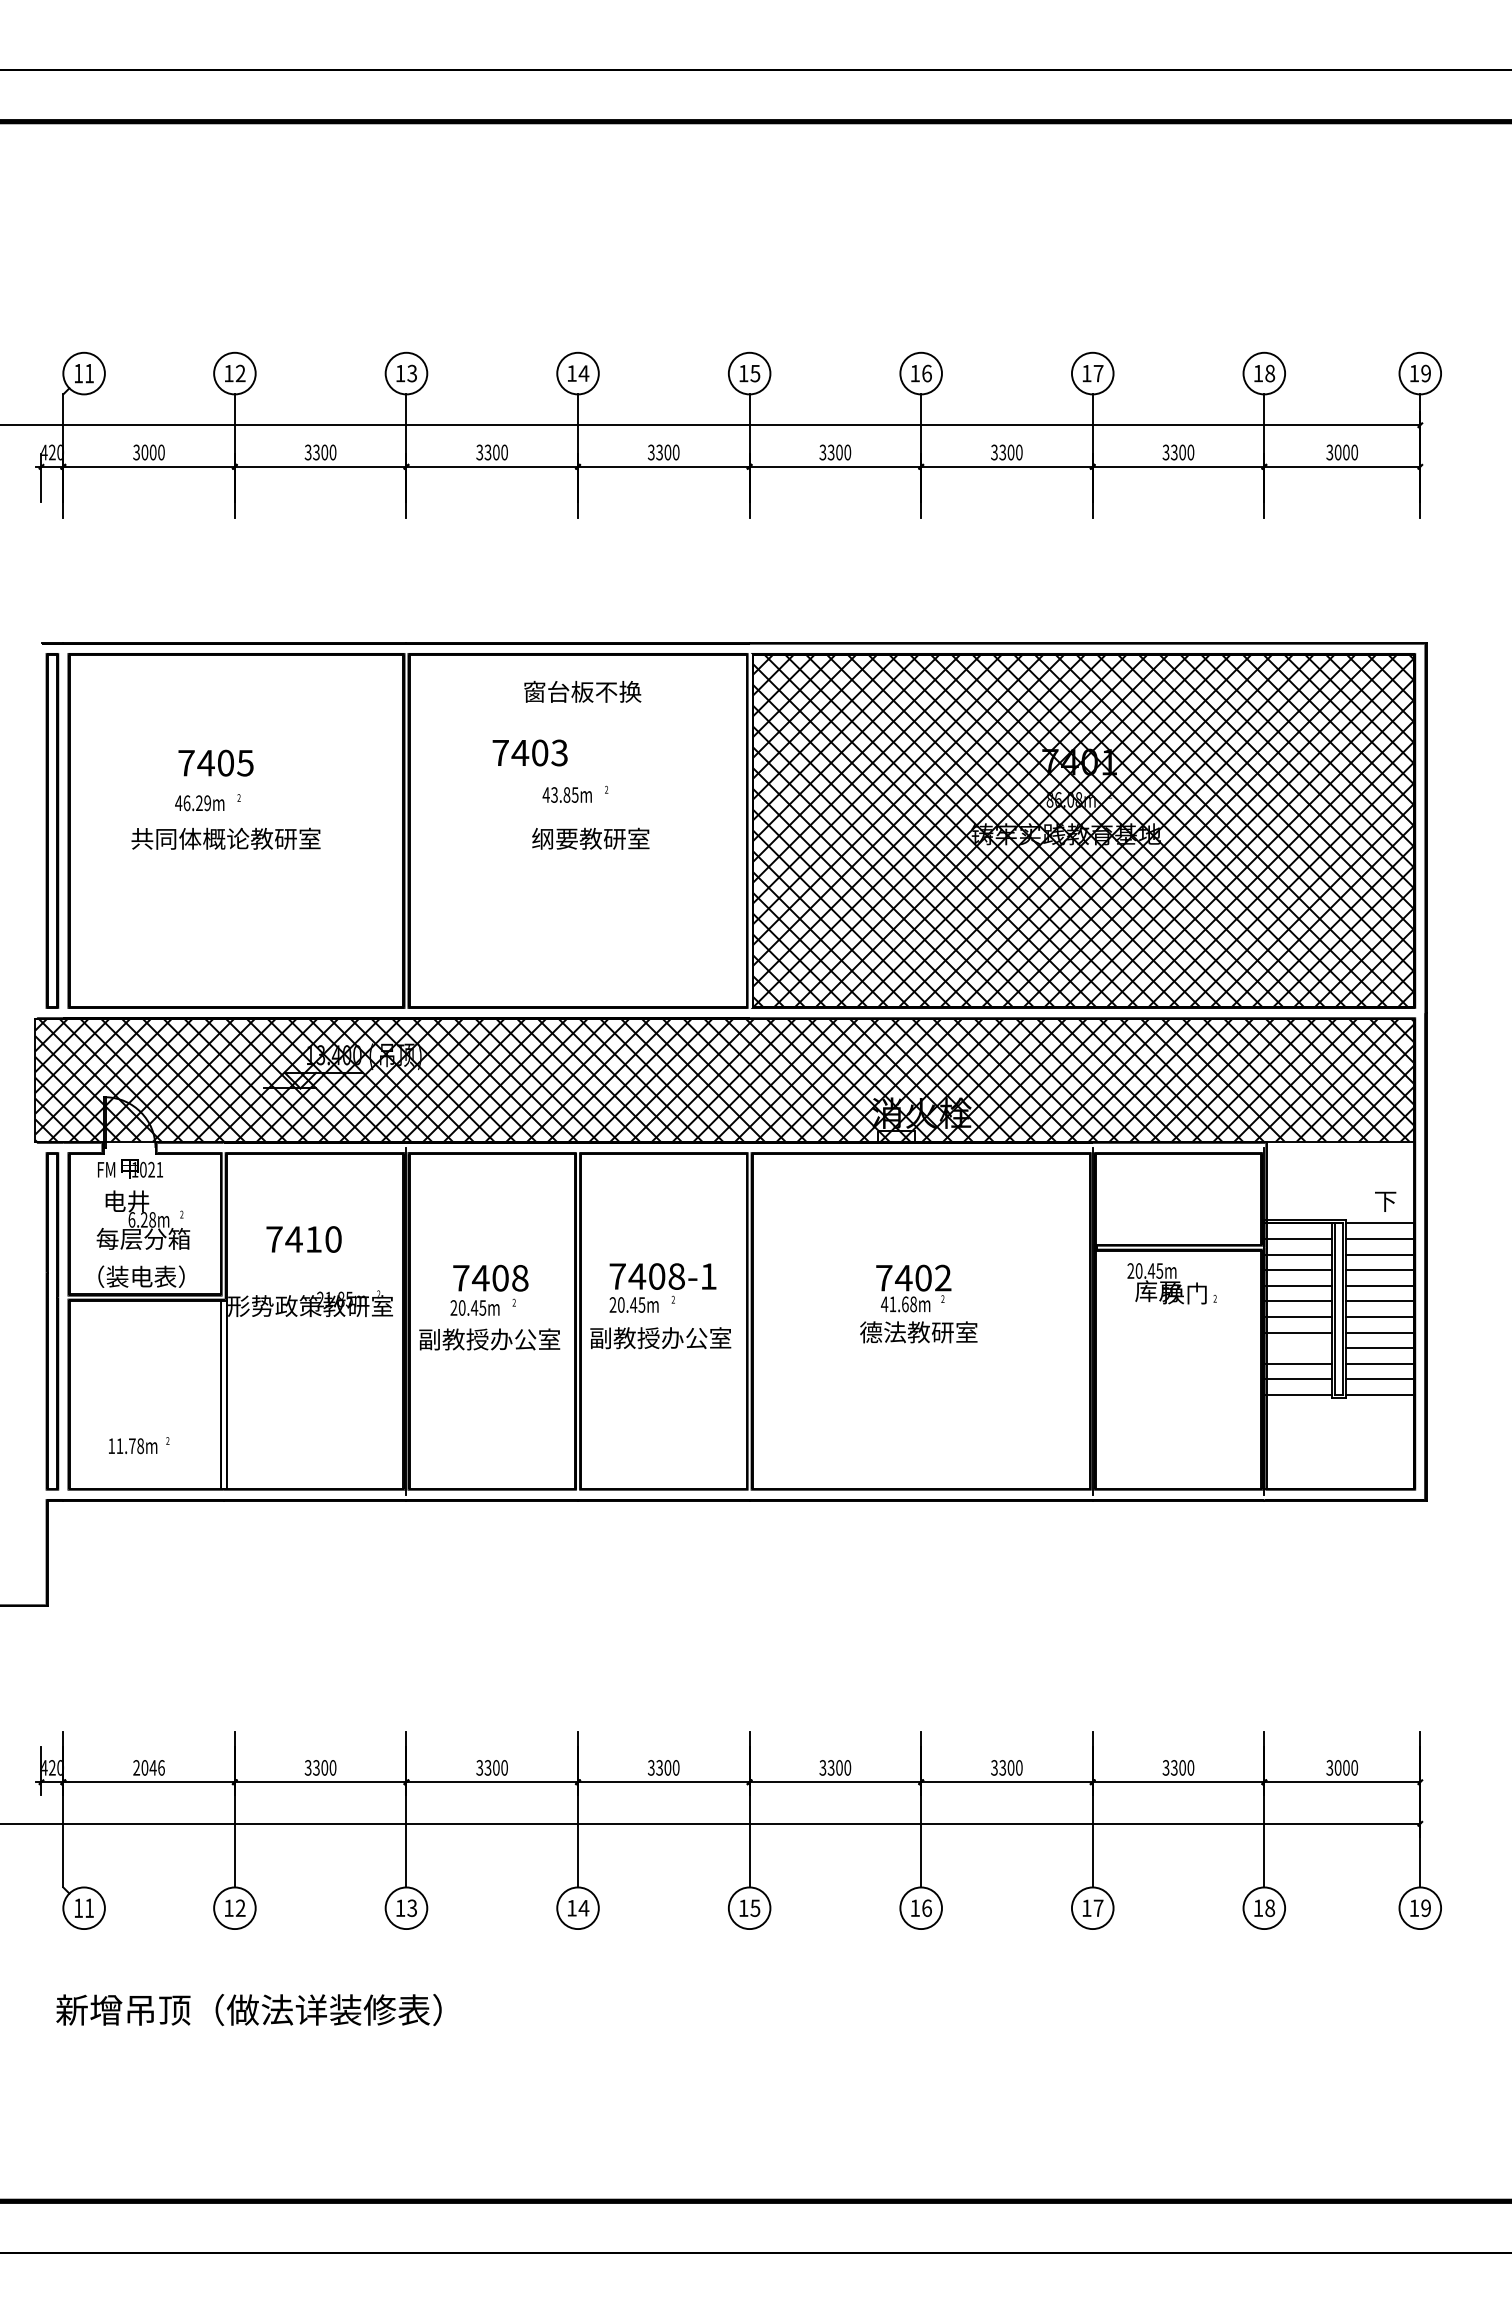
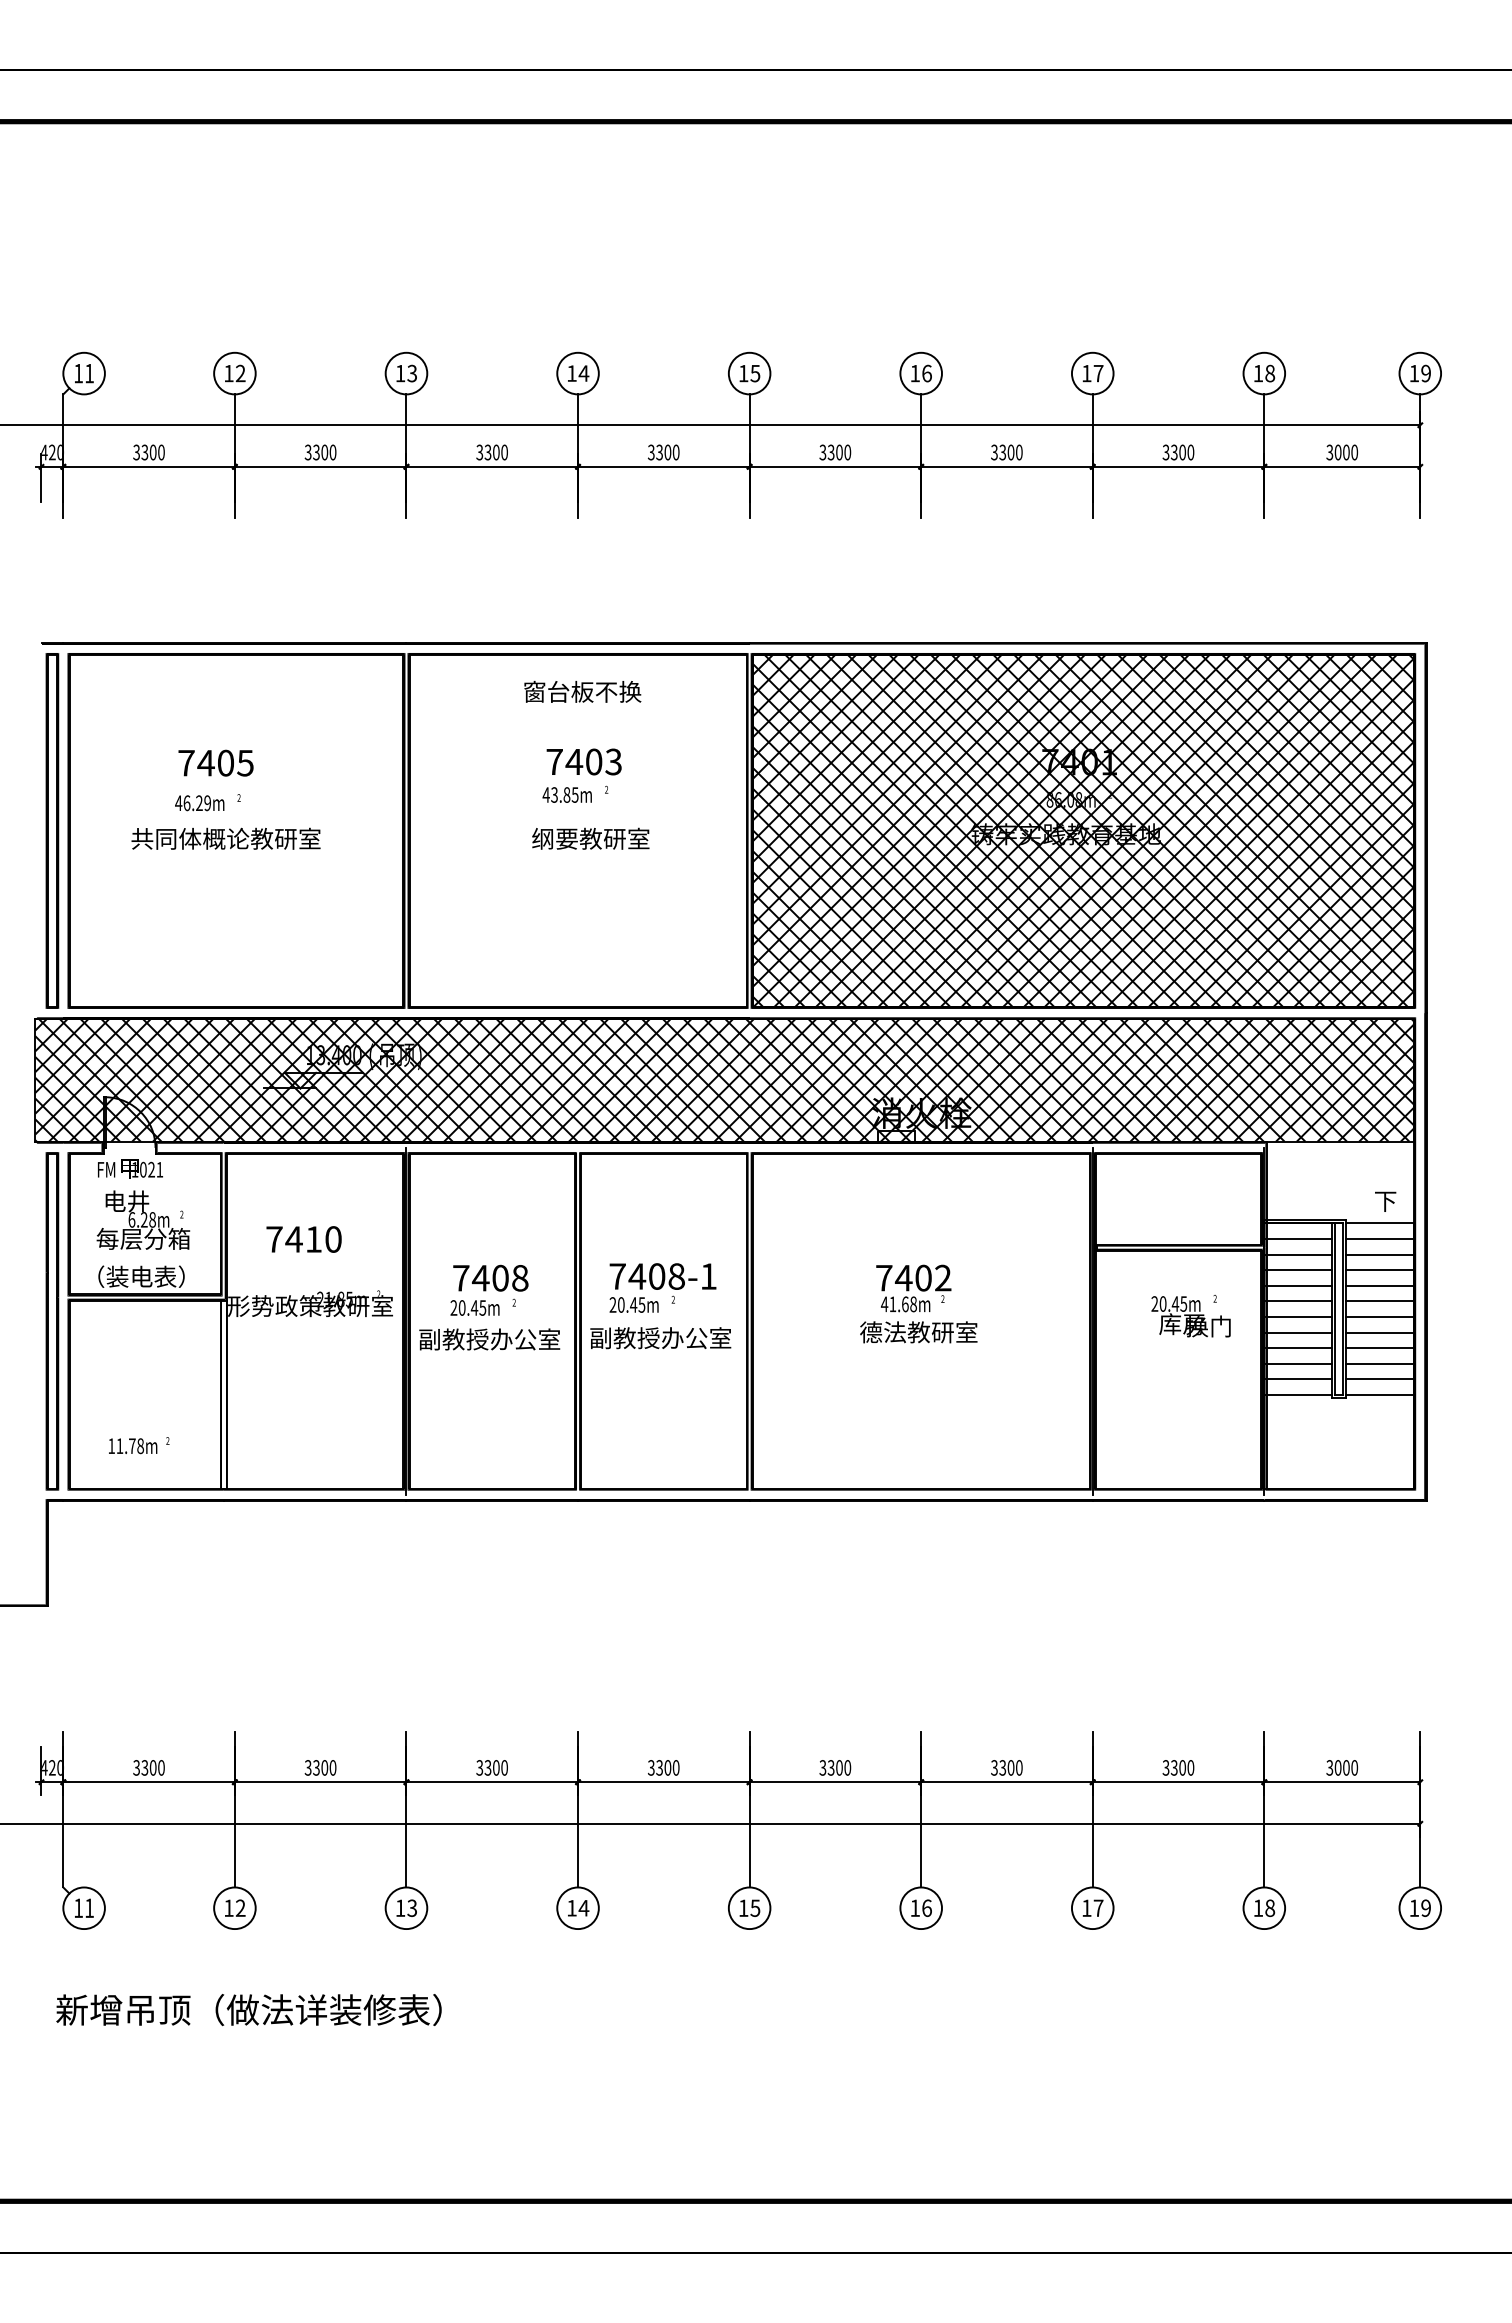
text at (144, 452): 3000 -> 3300
text at (529, 752) position: (529, 752) -> (583, 761)
fill at (751, 830): none -> present
text at (1166, 1283) position: (1166, 1283) -> (1190, 1316)
line at (1298, 1348): none -> present
text at (148, 1767): 2046 -> 3300
